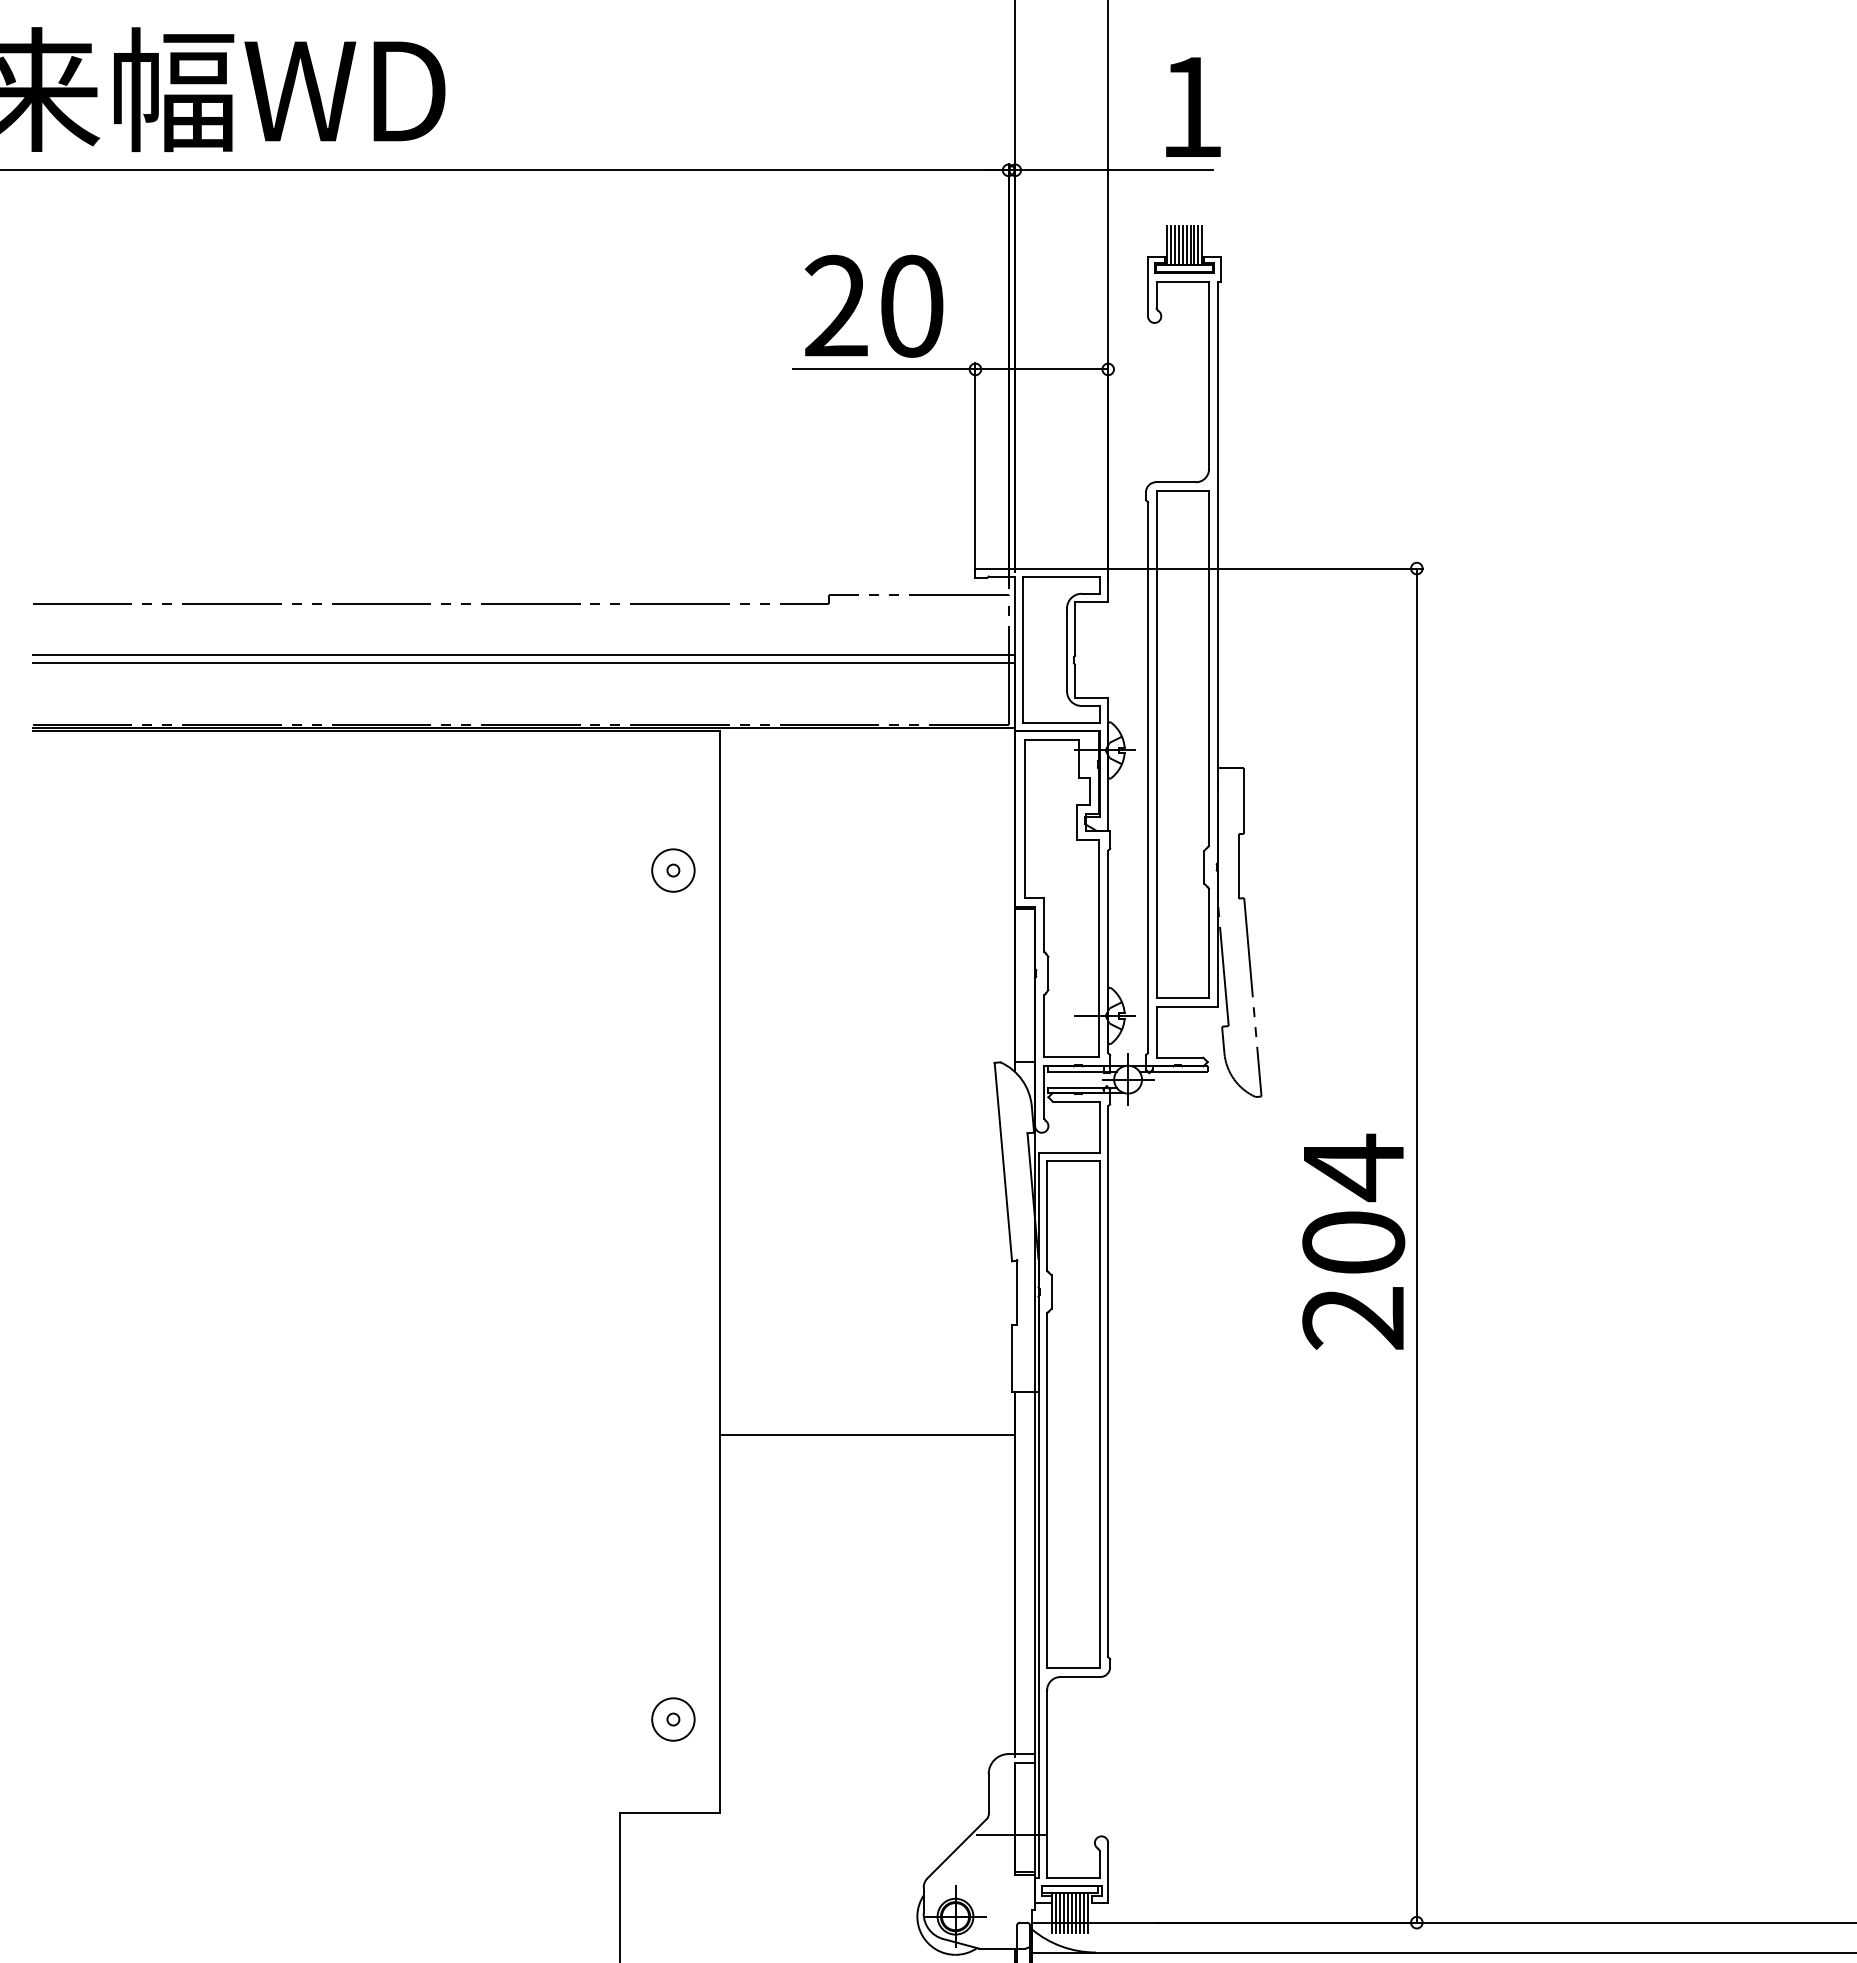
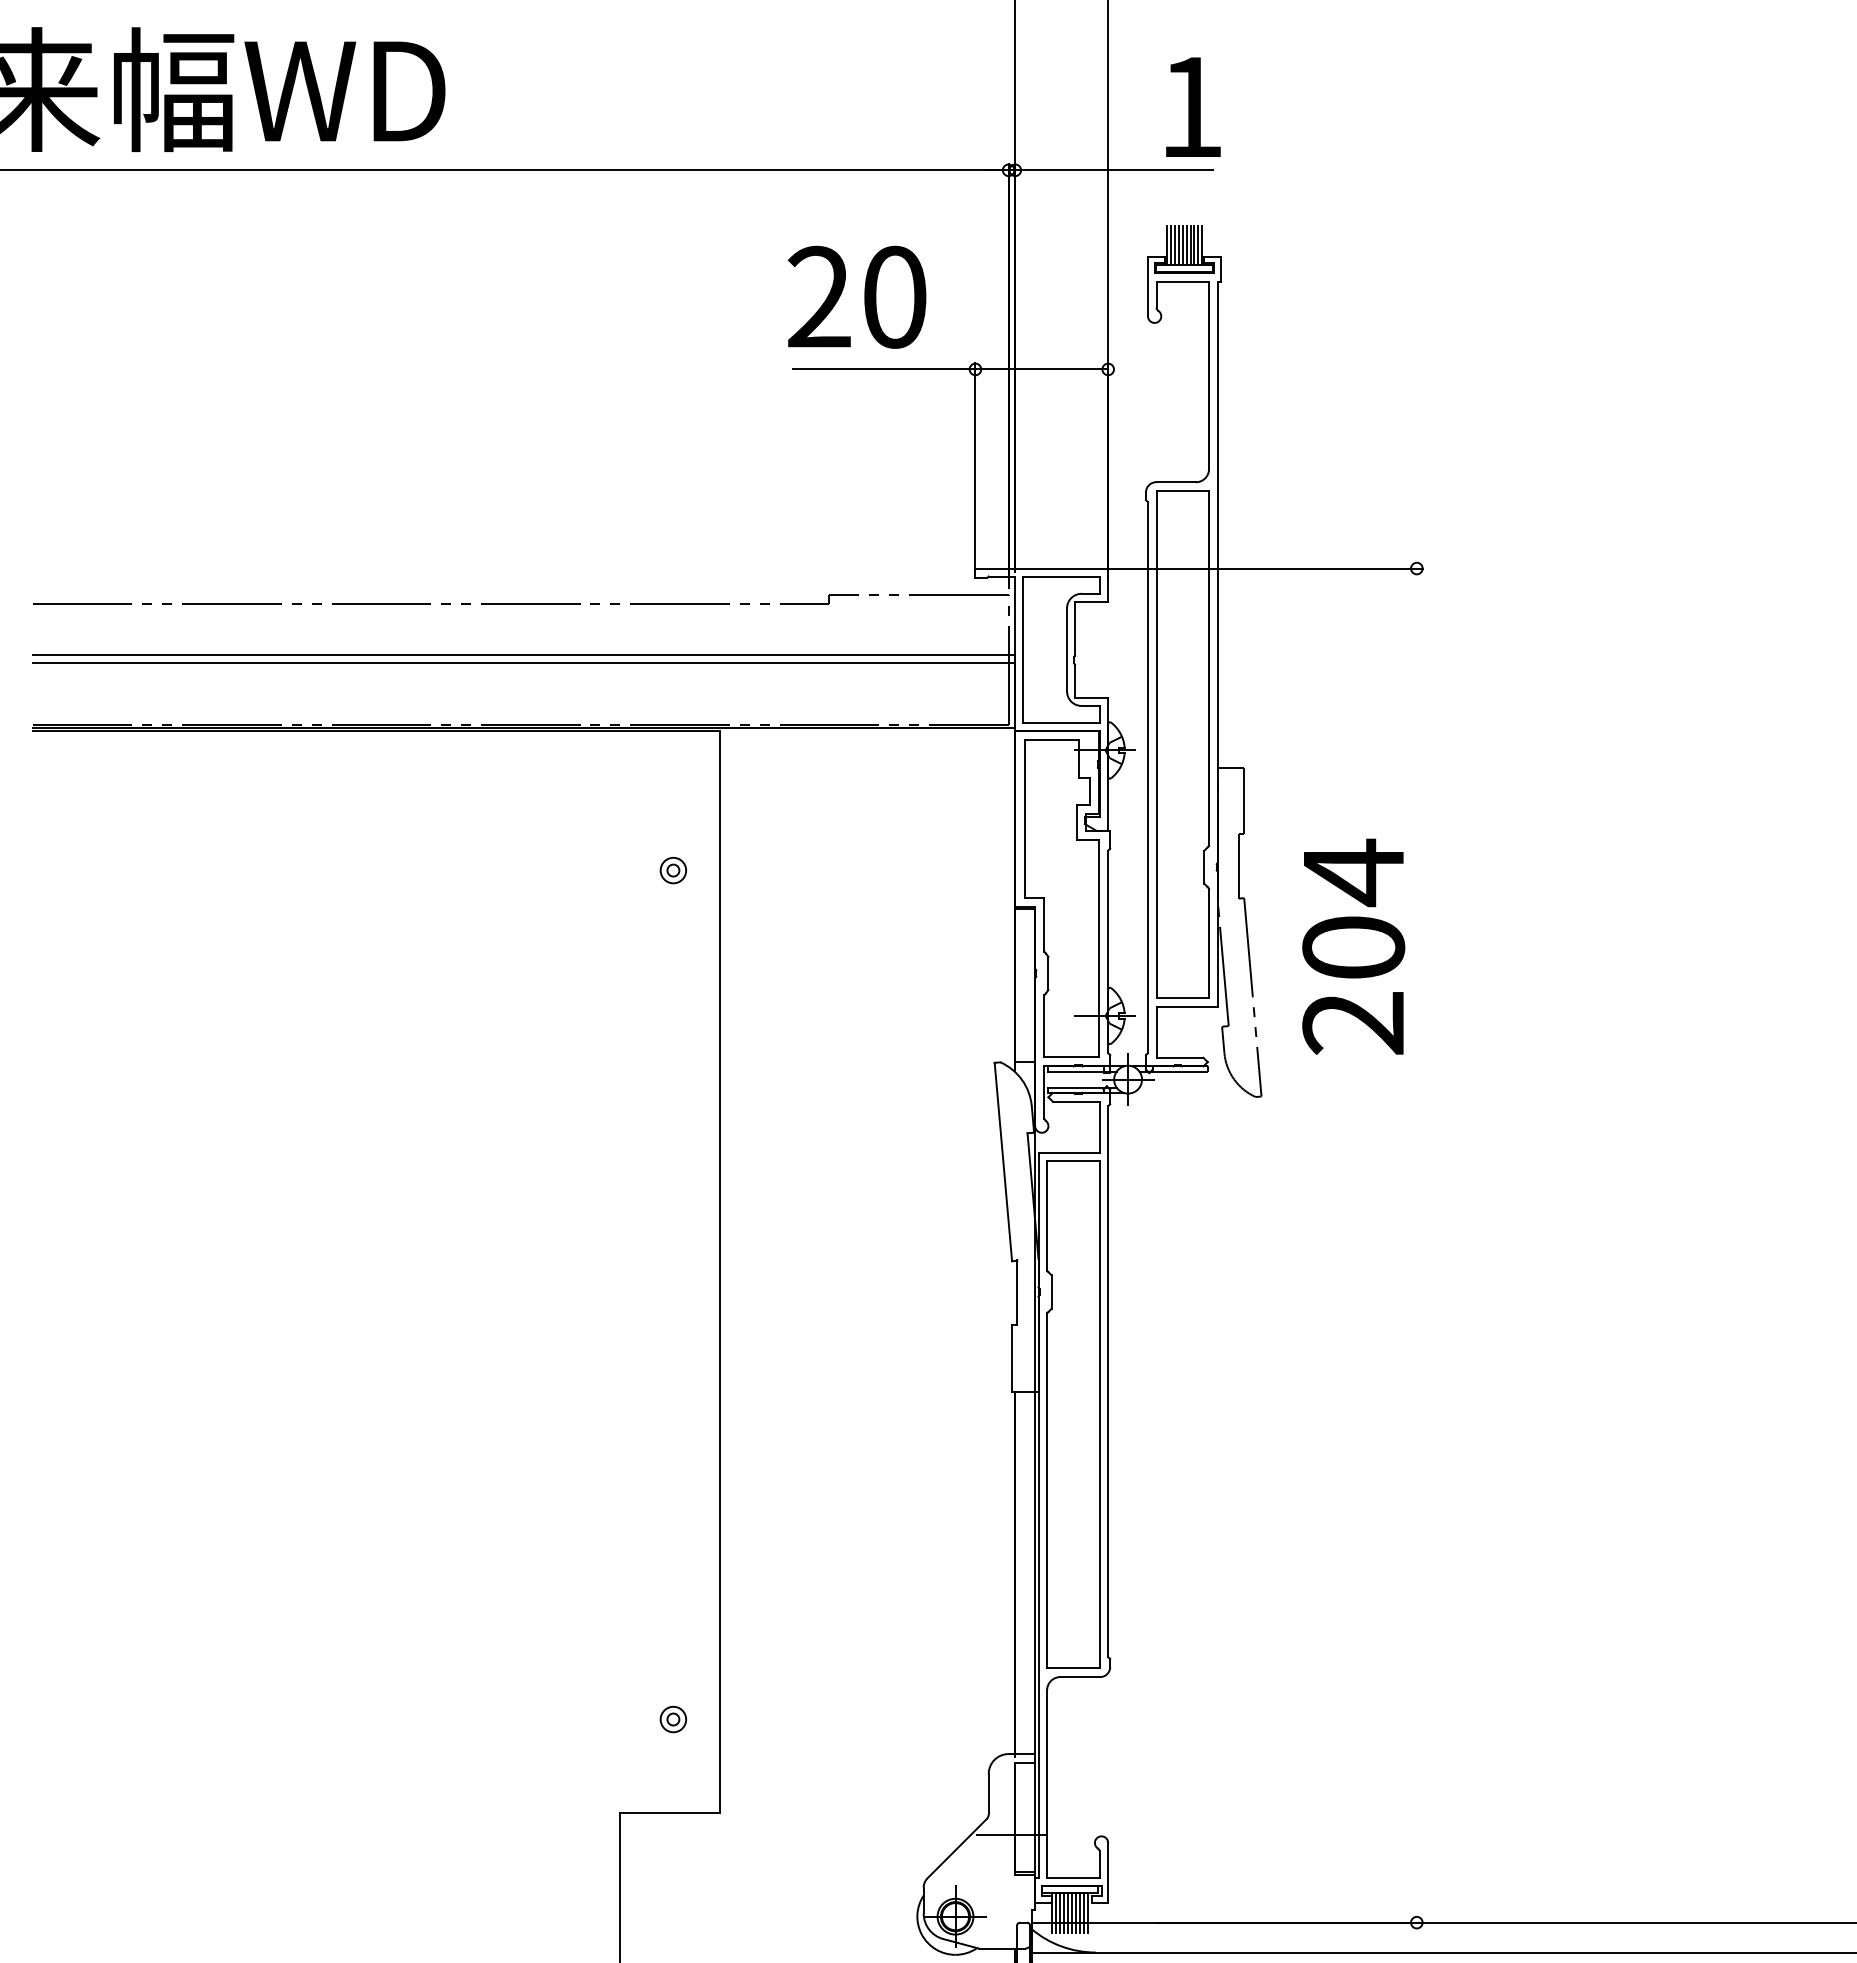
text at (873, 305) position: (873, 305) -> (856, 296)
circle at (673, 870) diameter: 42 px -> 25 px
text at (1353, 1241) position: (1353, 1241) -> (1353, 946)
line at (1416, 1245): present -> none
line at (867, 1434): present -> none
circle at (673, 1719) diameter: 42 px -> 25 px
